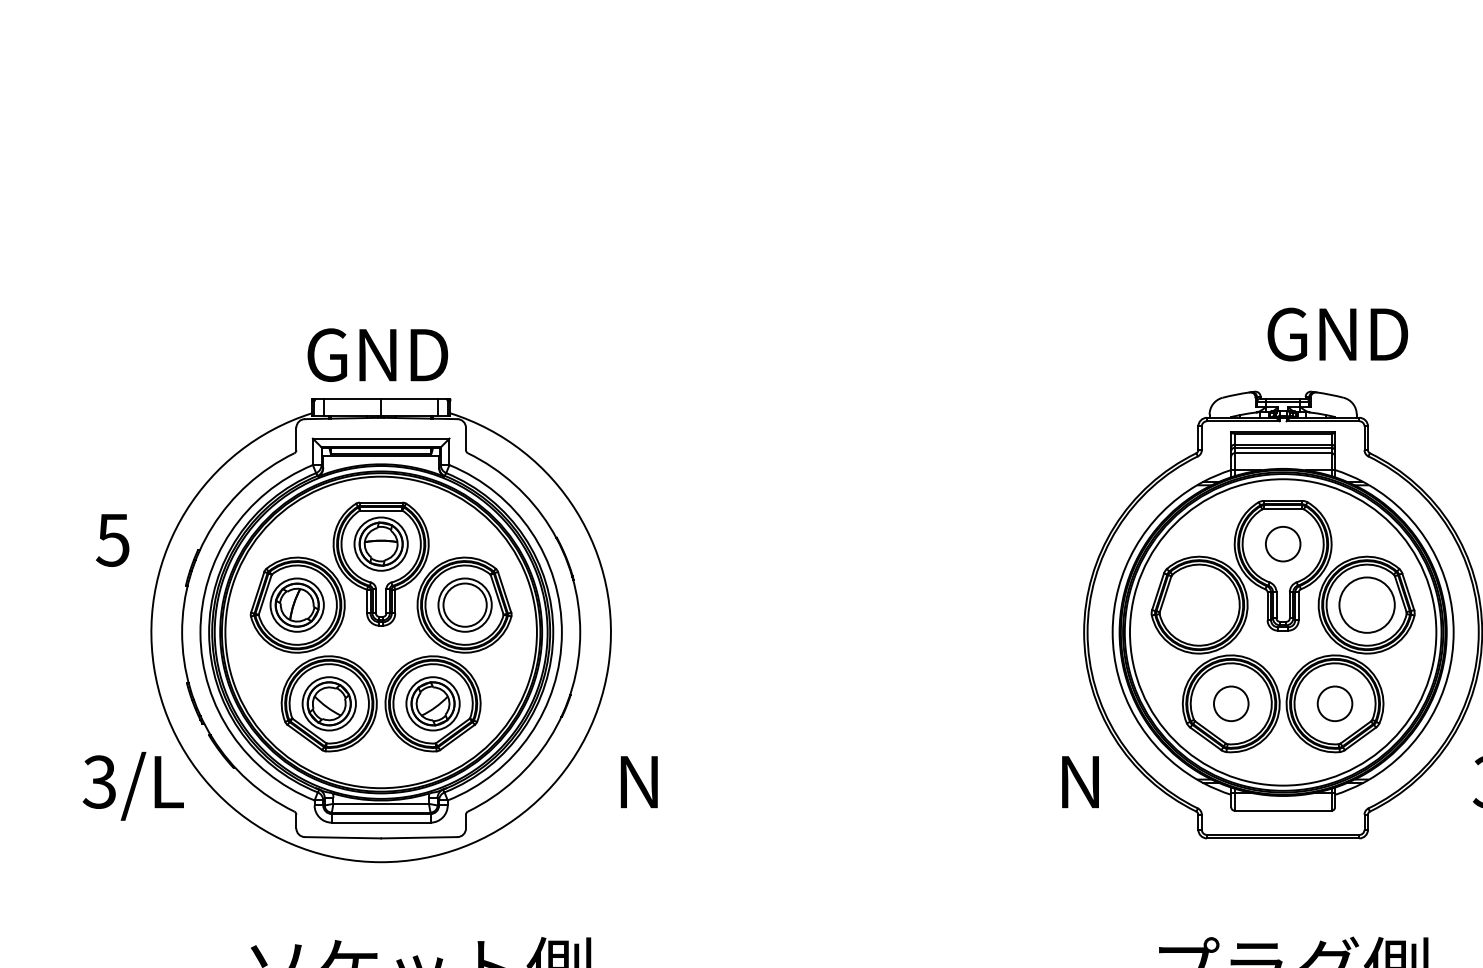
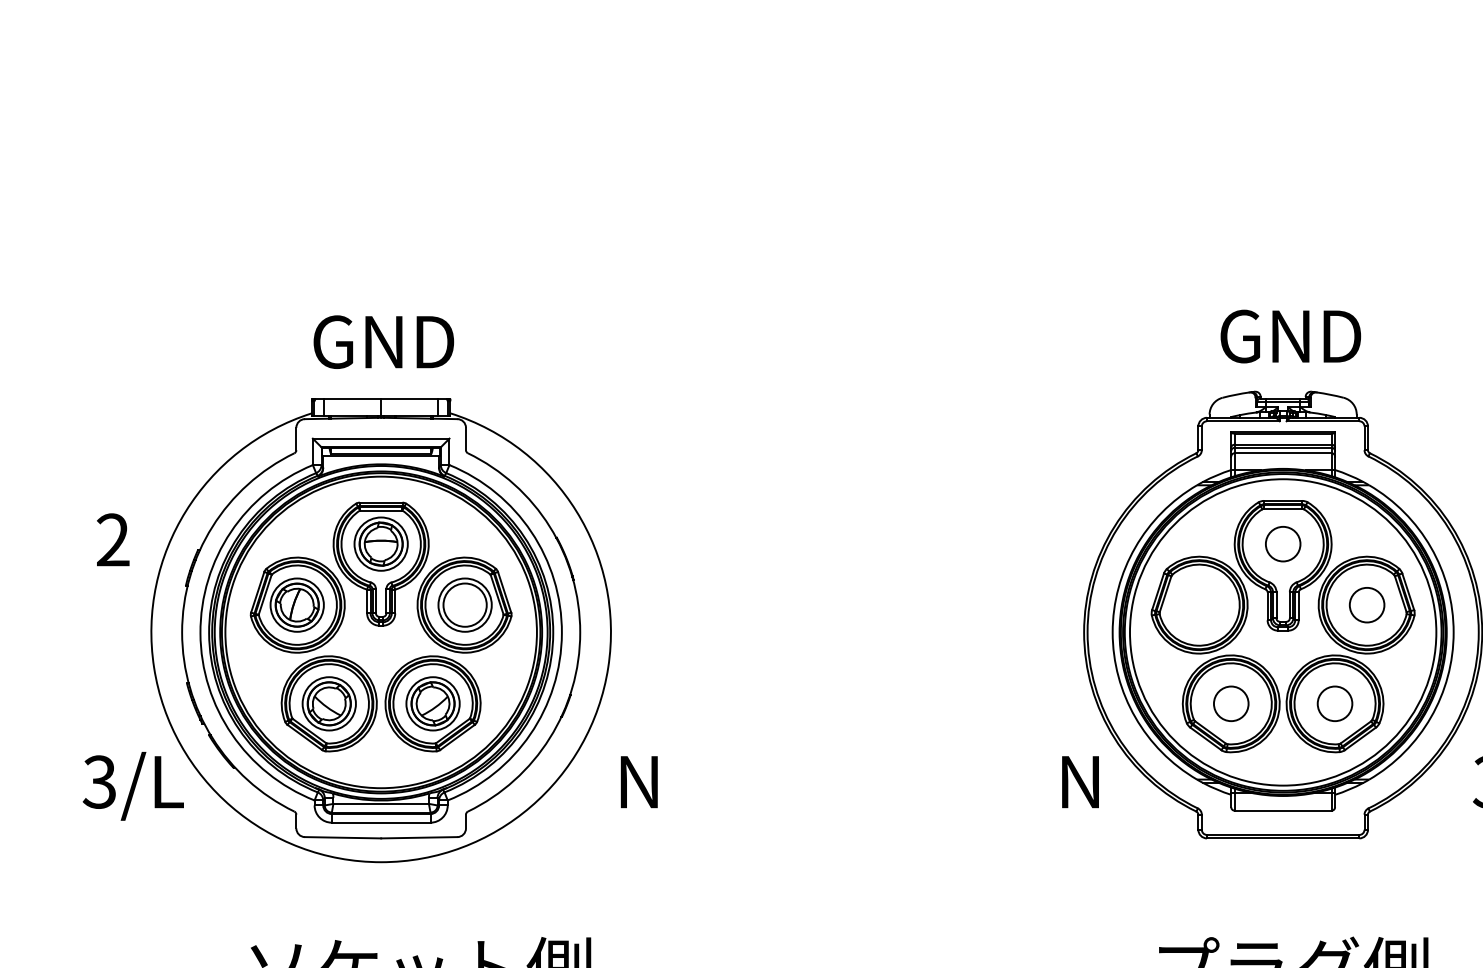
text at (1337, 334) position: (1337, 334) -> (1290, 336)
text at (377, 354) position: (377, 354) -> (383, 341)
text at (112, 539): 5 -> 2
circle at (1366, 604) diameter: 55 px -> 35 px
